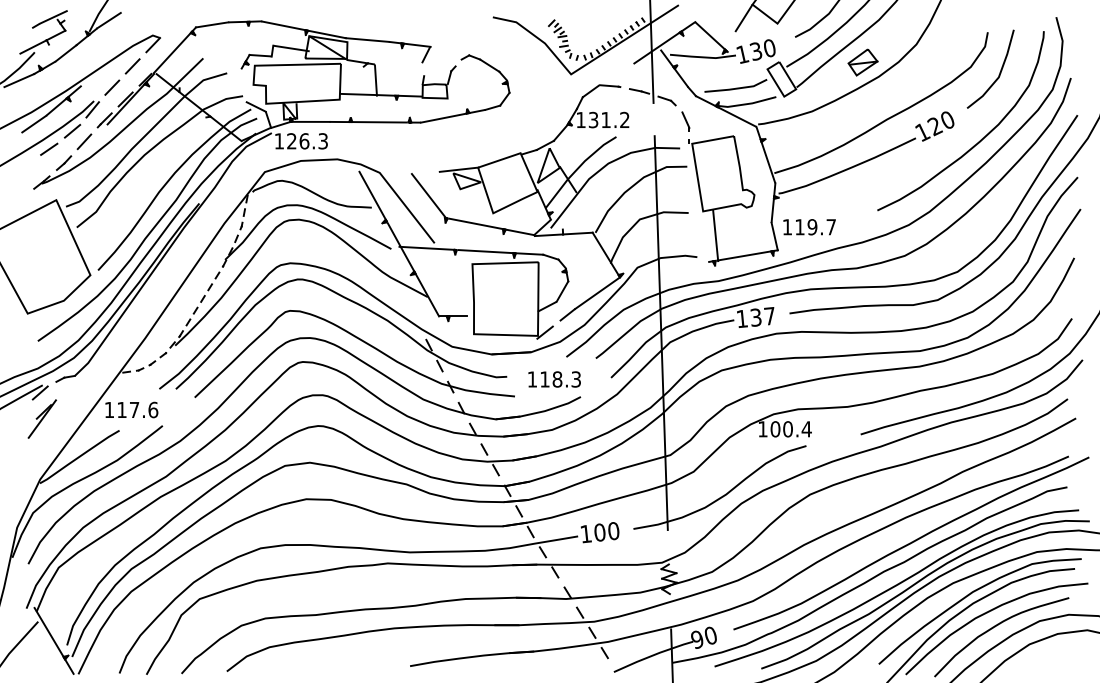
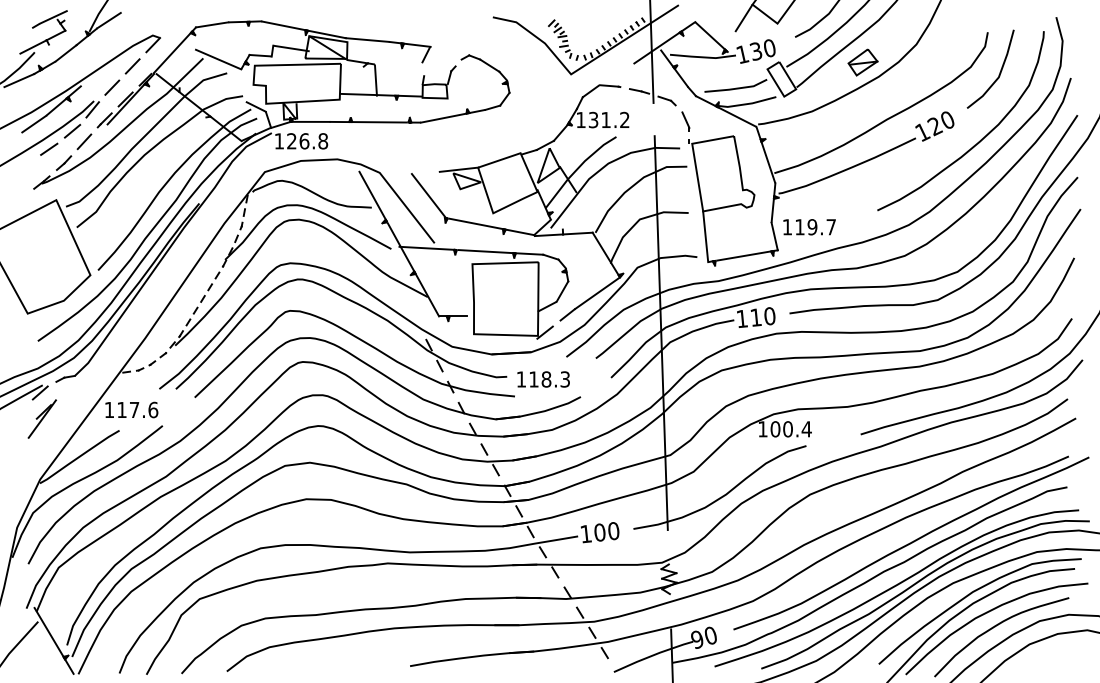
line at (218, 59): none -> present
text at (323, 141): 126.3 -> 126.8
line at (715, 235) position: (715, 235) -> (705, 236)
text at (762, 316): 137 -> 110
text at (554, 379) position: (554, 379) -> (543, 379)
